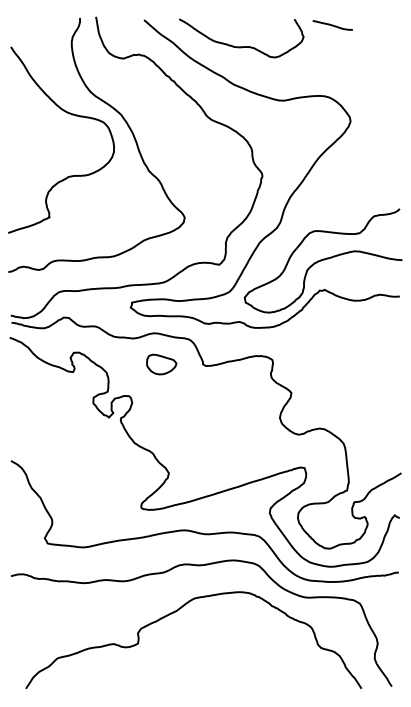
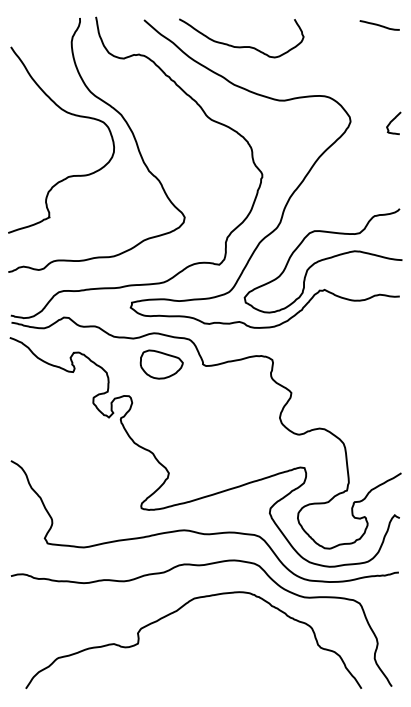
line at (332, 25) position: (332, 25) -> (379, 25)
curve at (392, 121): none -> present
part at (161, 364) size: 32x23 px -> 45x31 px
